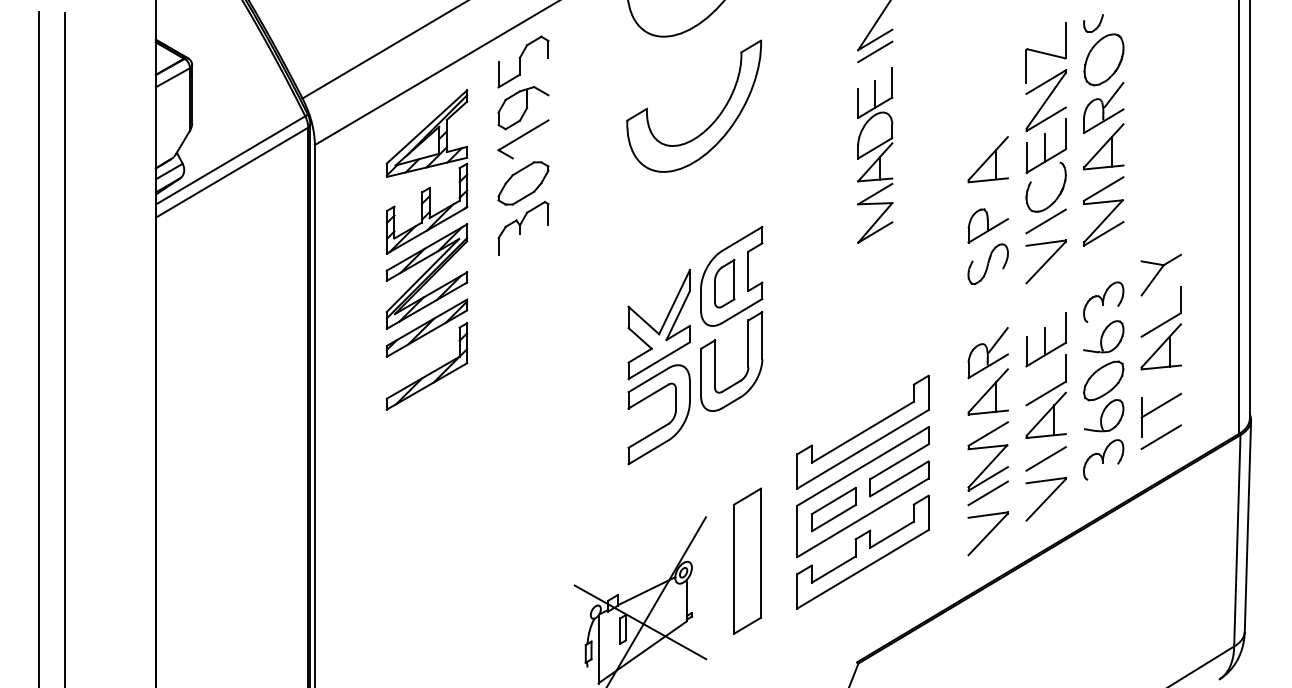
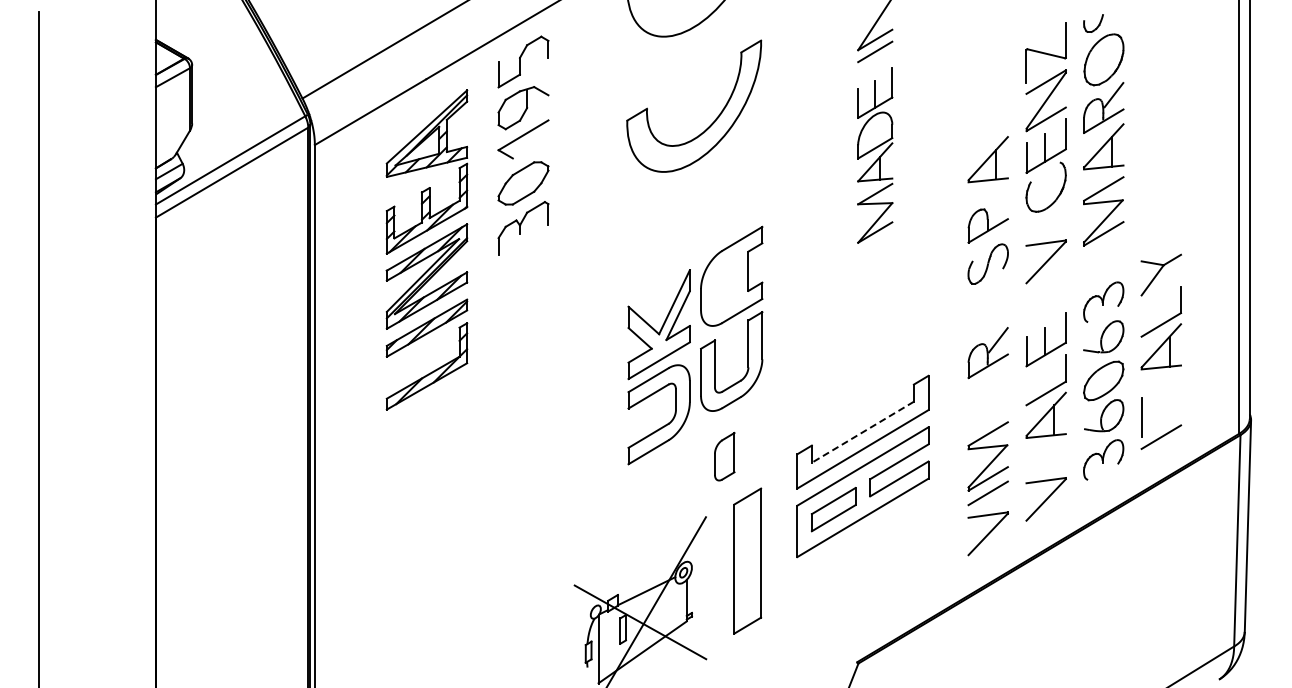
line at (1045, 221): present -> none
part at (724, 283) position: (724, 283) -> (724, 456)
line at (65, 348): present -> none
part at (987, 391): present -> none
line at (1161, 405): present -> none
line at (862, 432): solid -> dashed
line at (1045, 458): present -> none
part at (862, 551): present -> none
